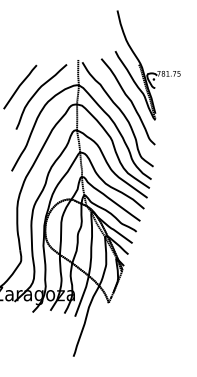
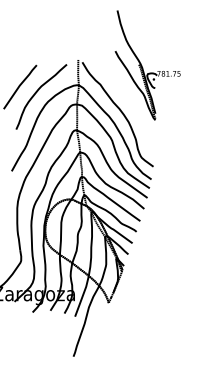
curve at (128, 99): present -> none
